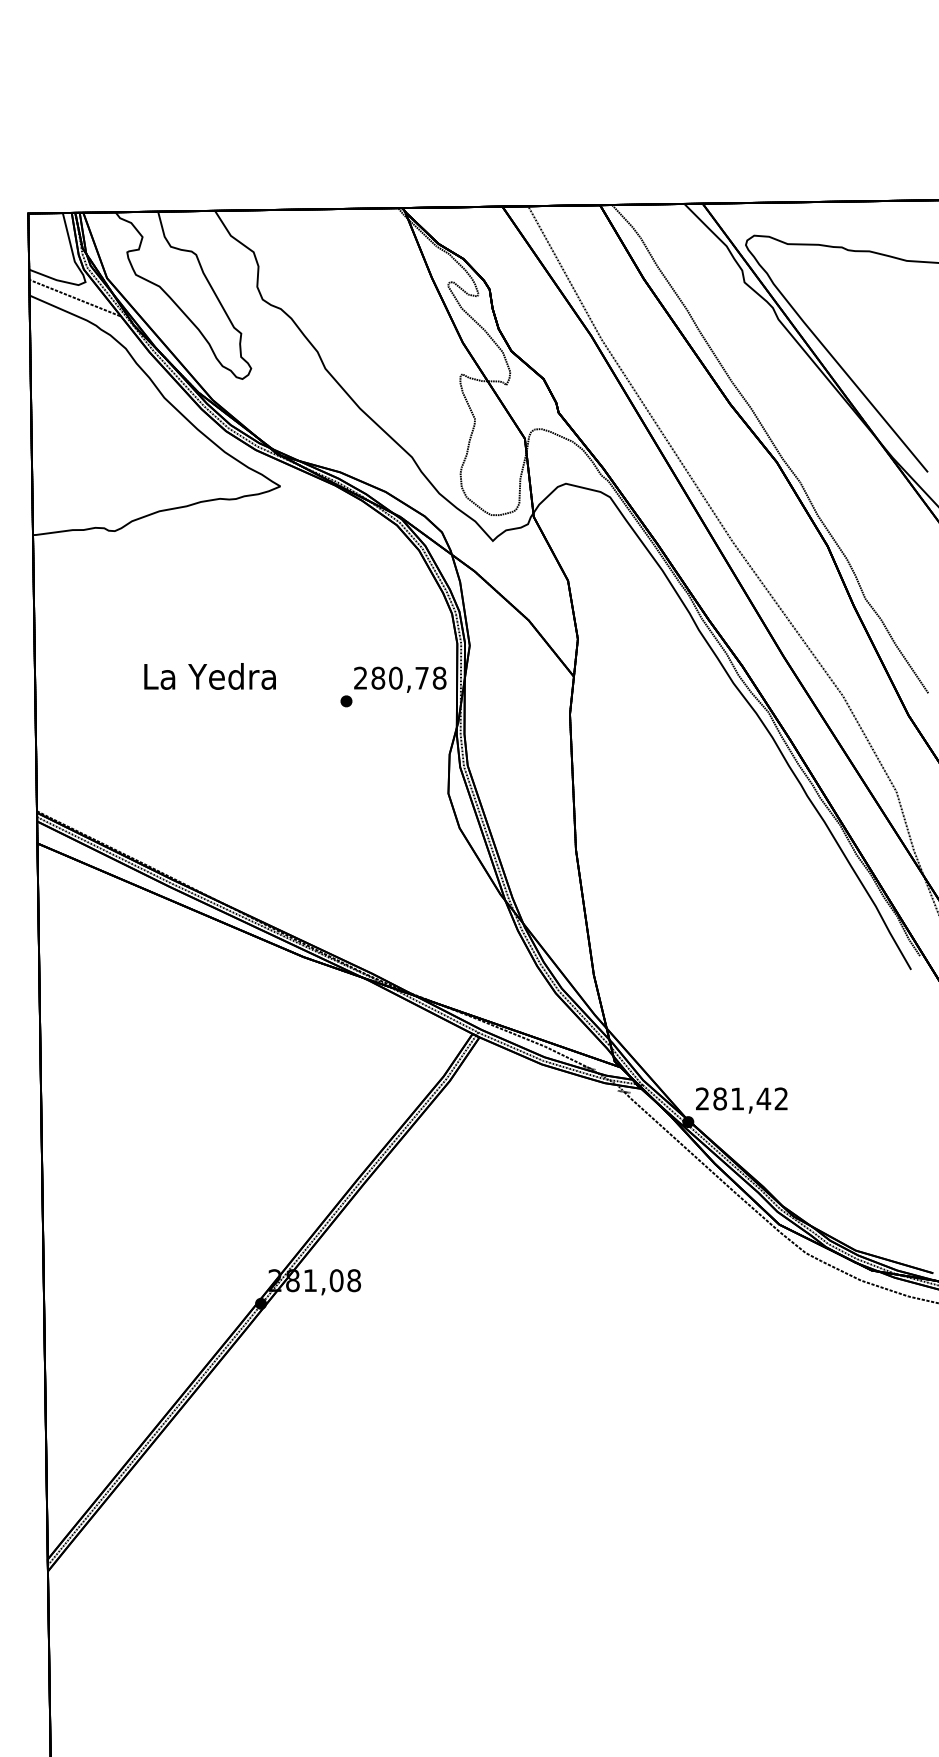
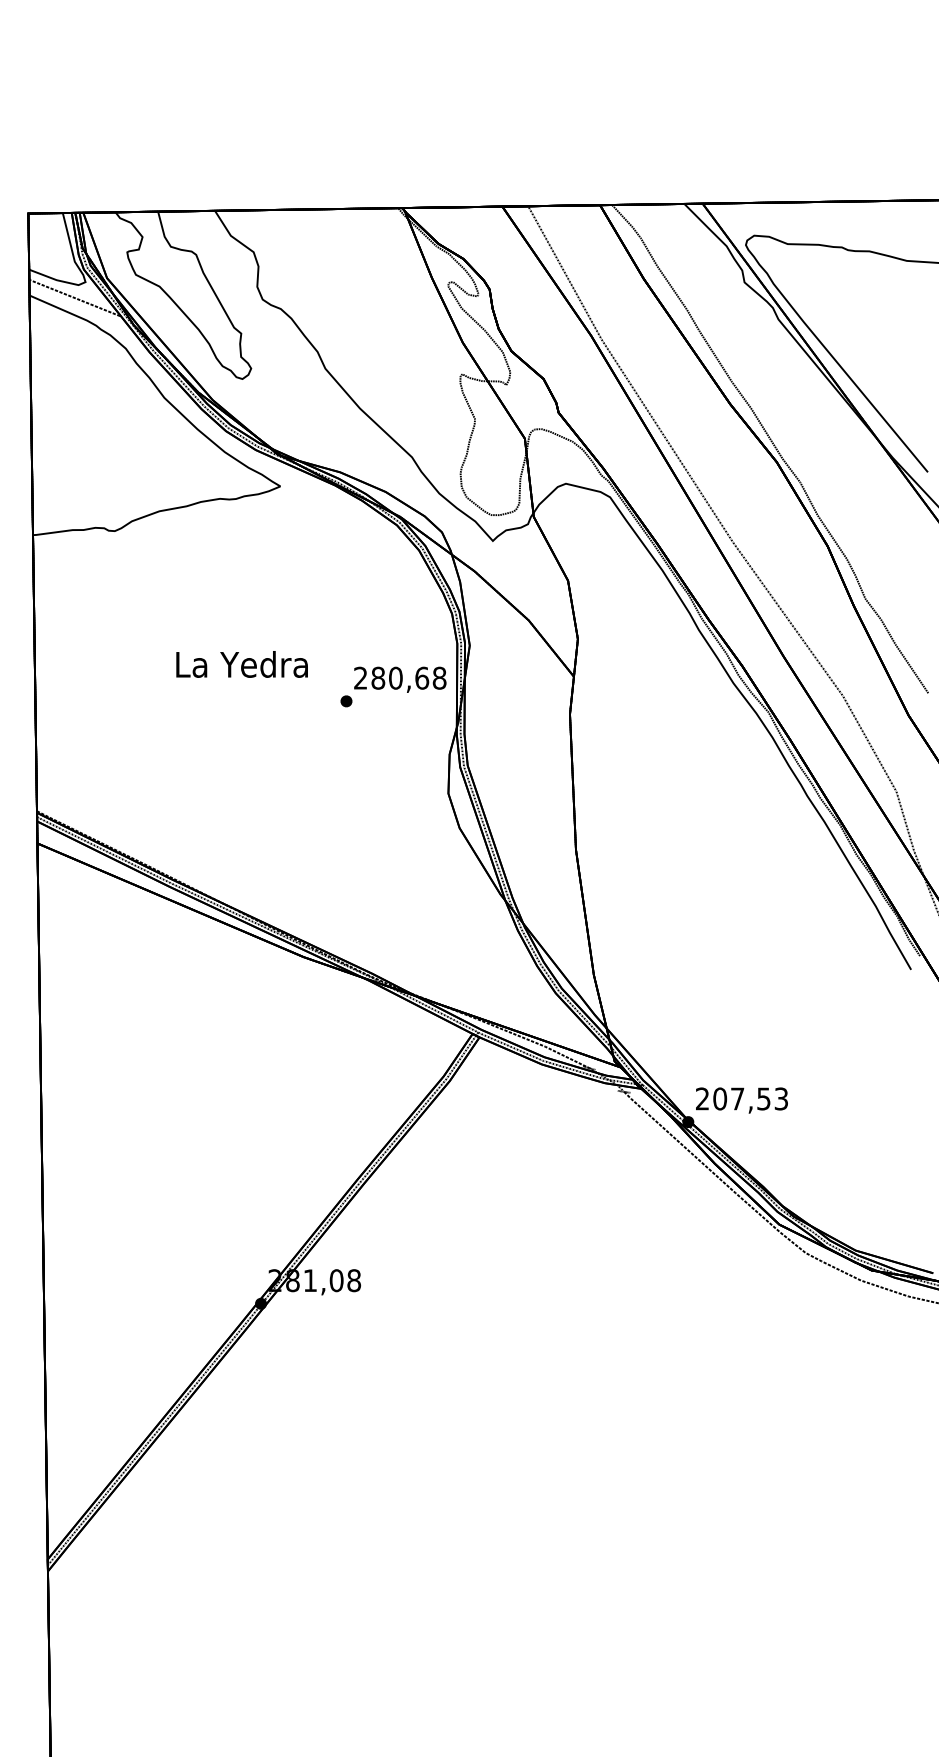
text at (209, 676) position: (209, 676) -> (241, 664)
text at (422, 677): 280,78 -> 280,68
text at (750, 1098): 281,42 -> 207,53
